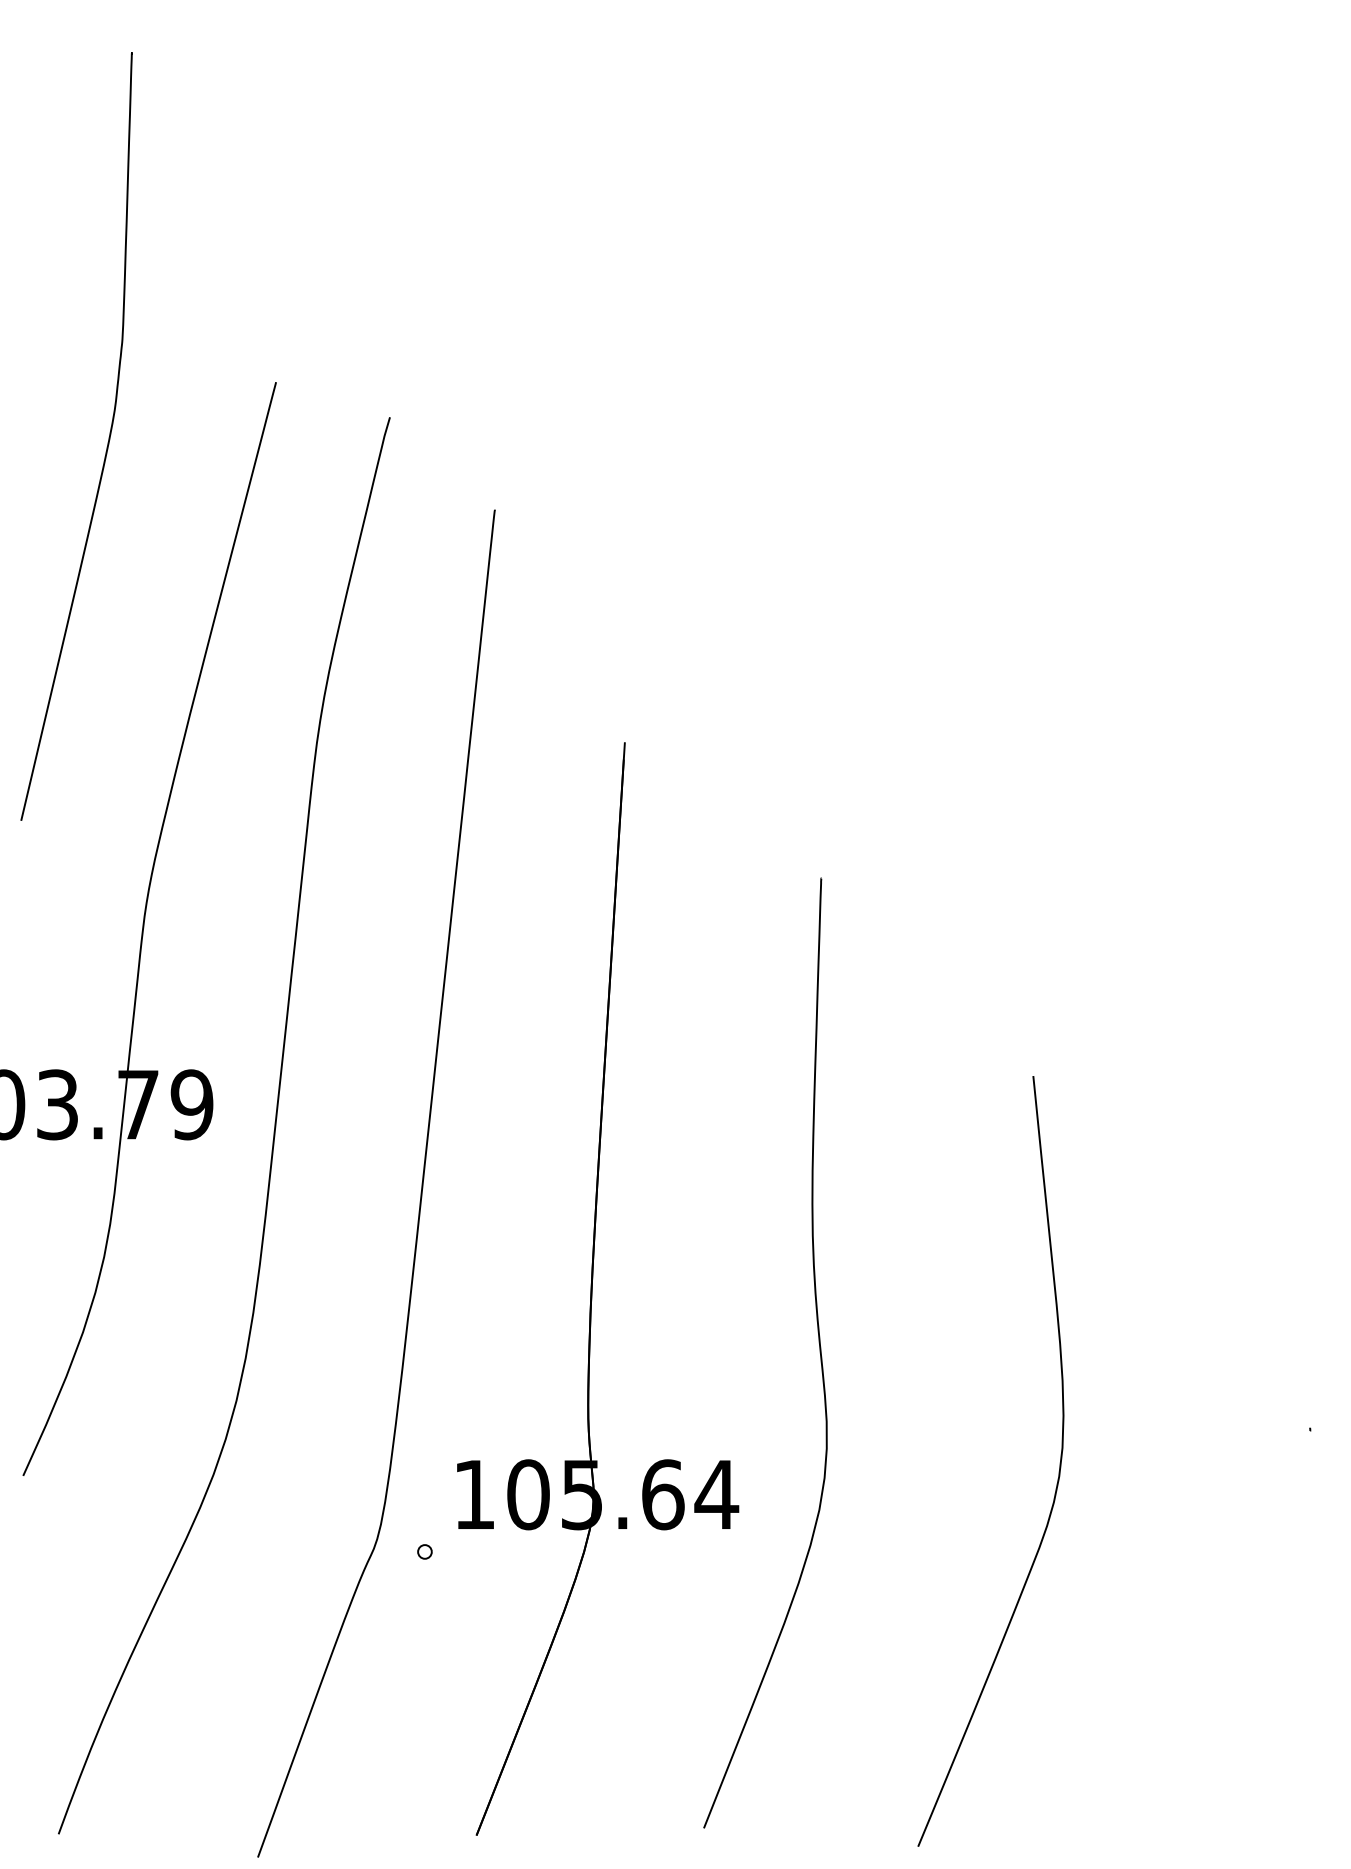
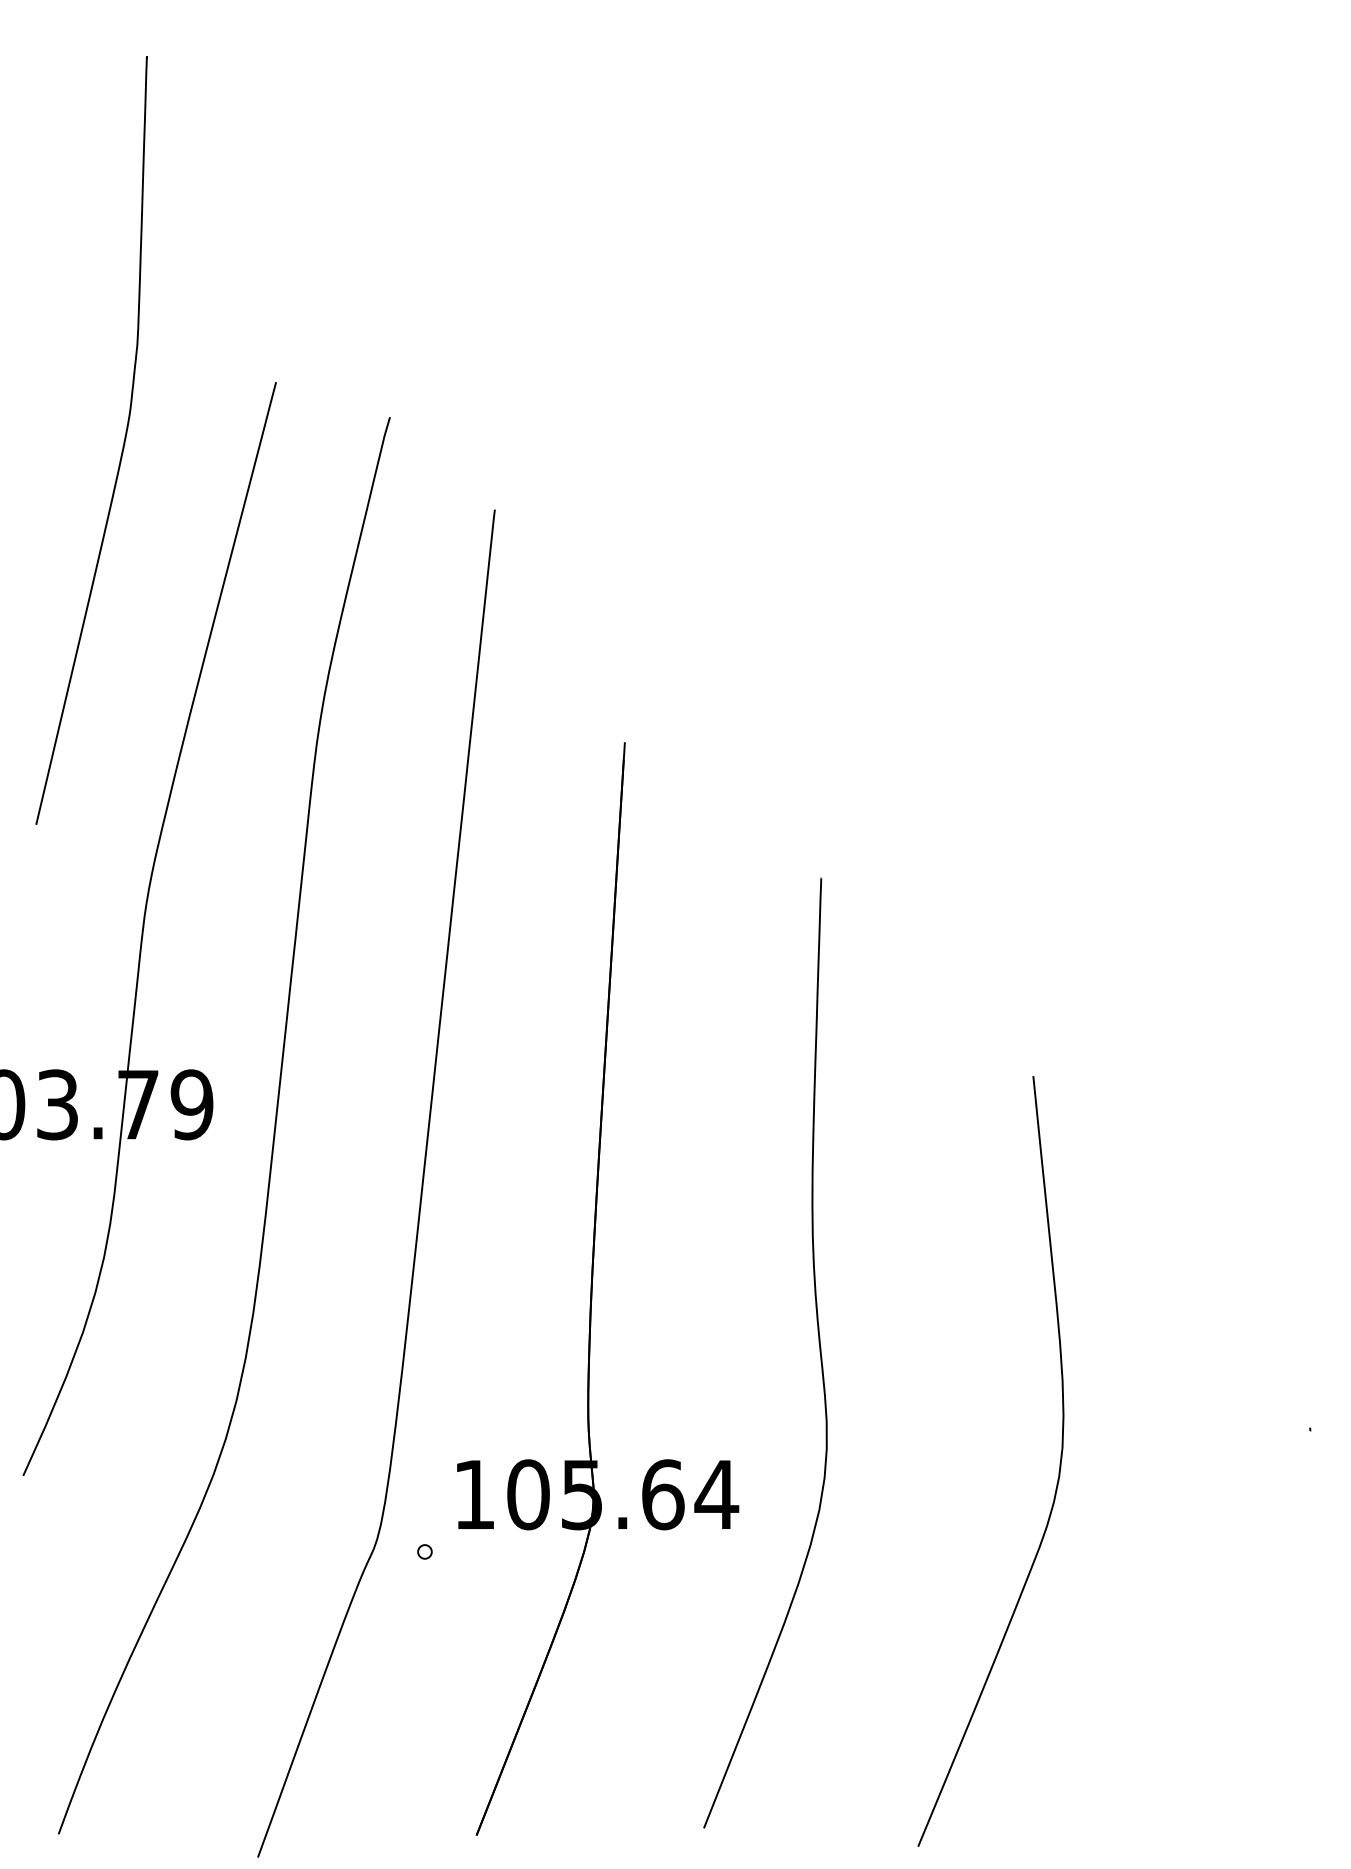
curve at (107, 442) position: (107, 442) -> (122, 446)
